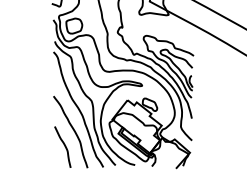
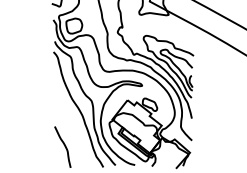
curve at (72, 129): present -> none
